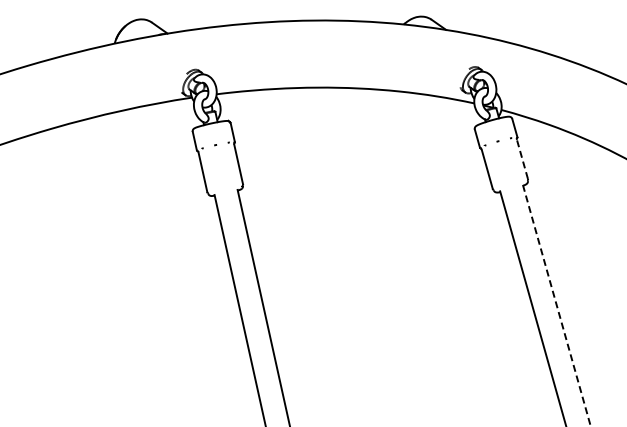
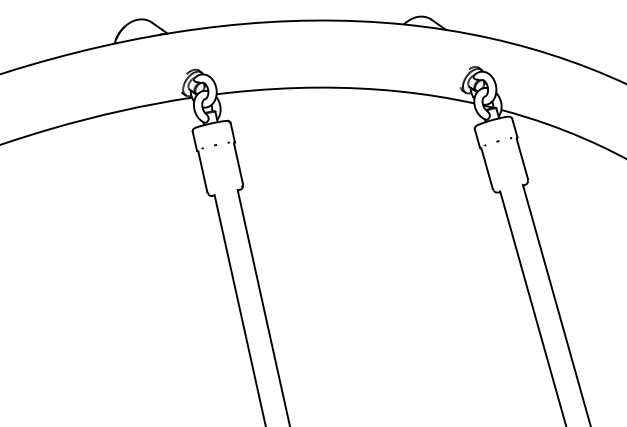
line at (522, 158): dashed -> solid
line at (556, 306): dashed -> solid
